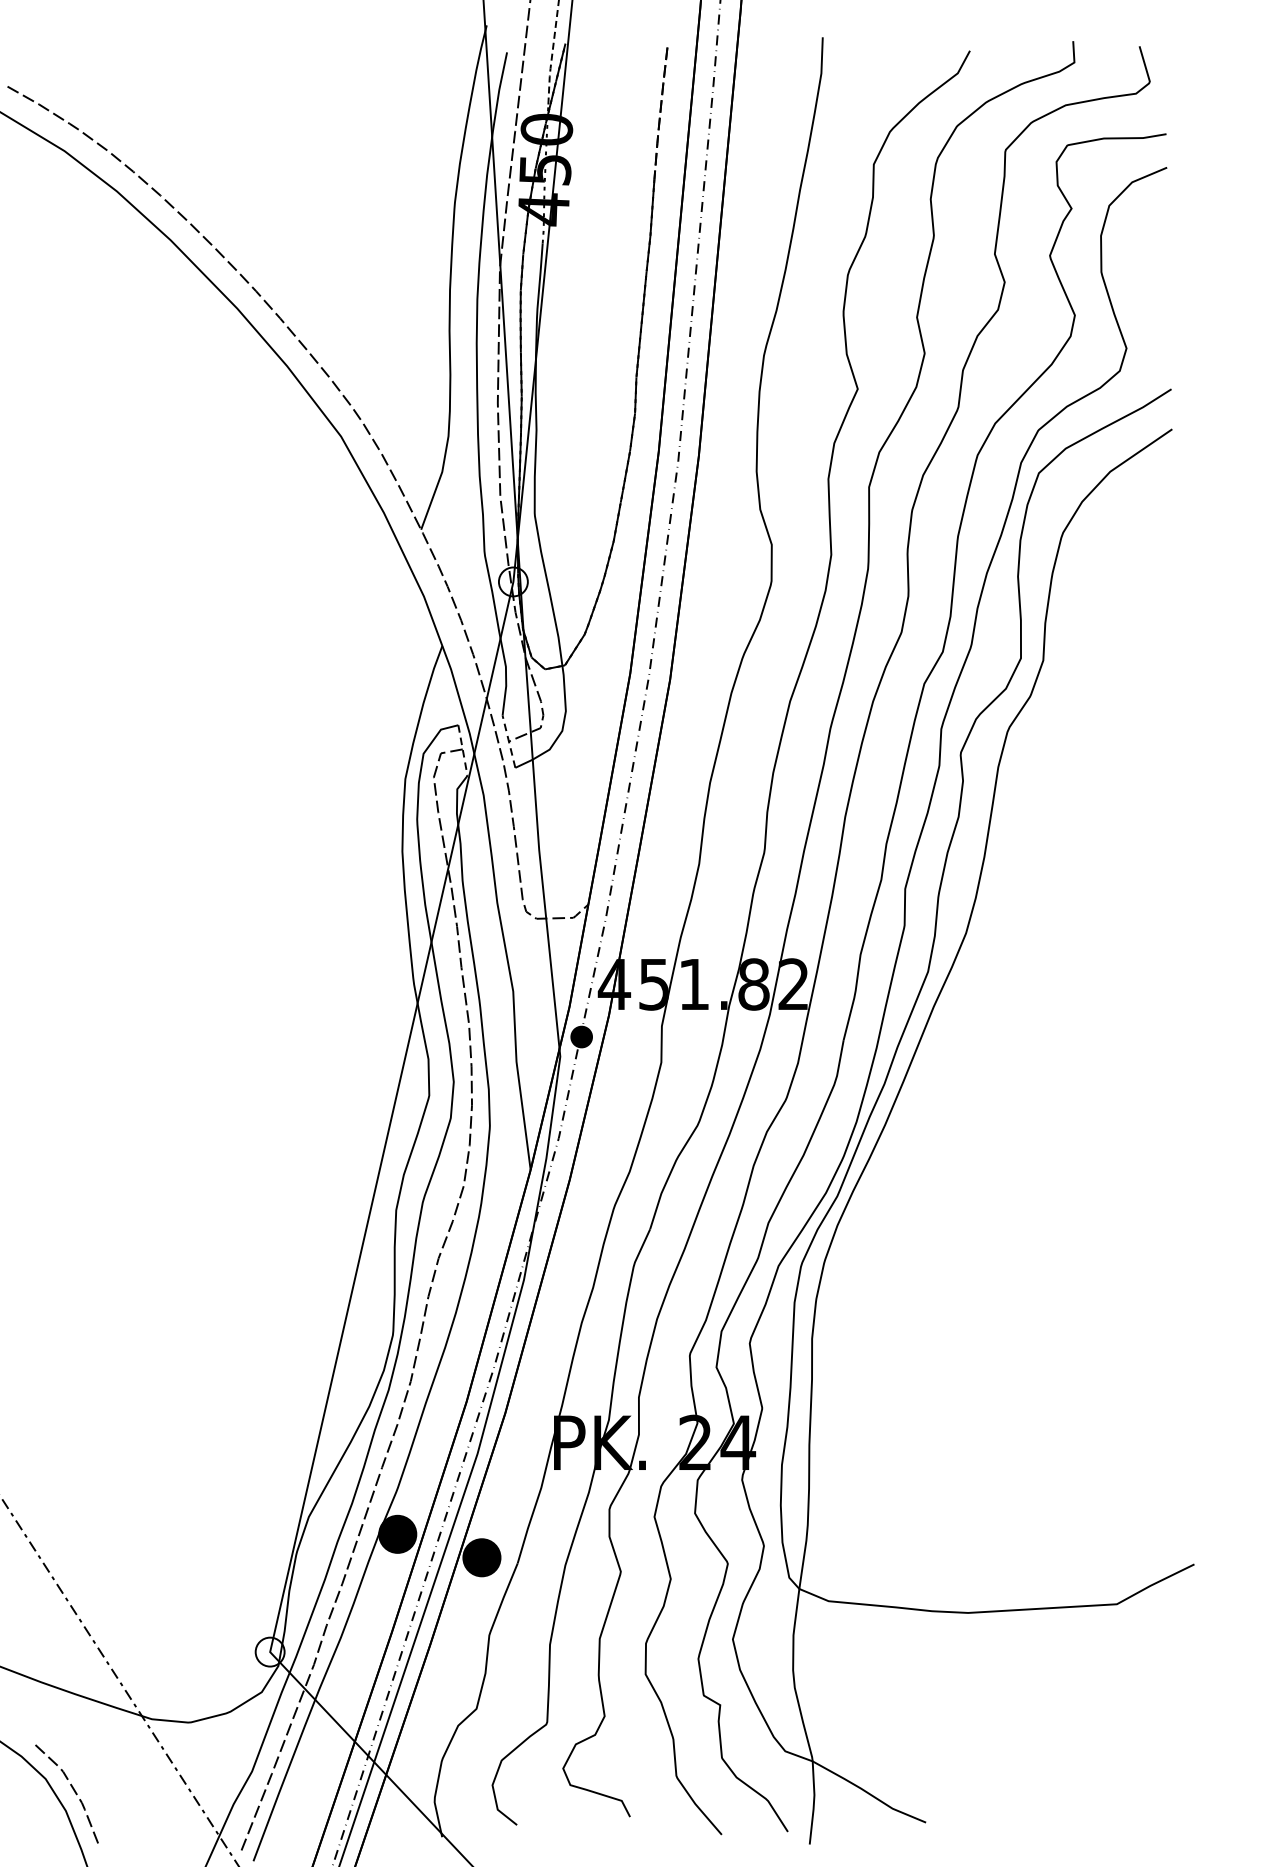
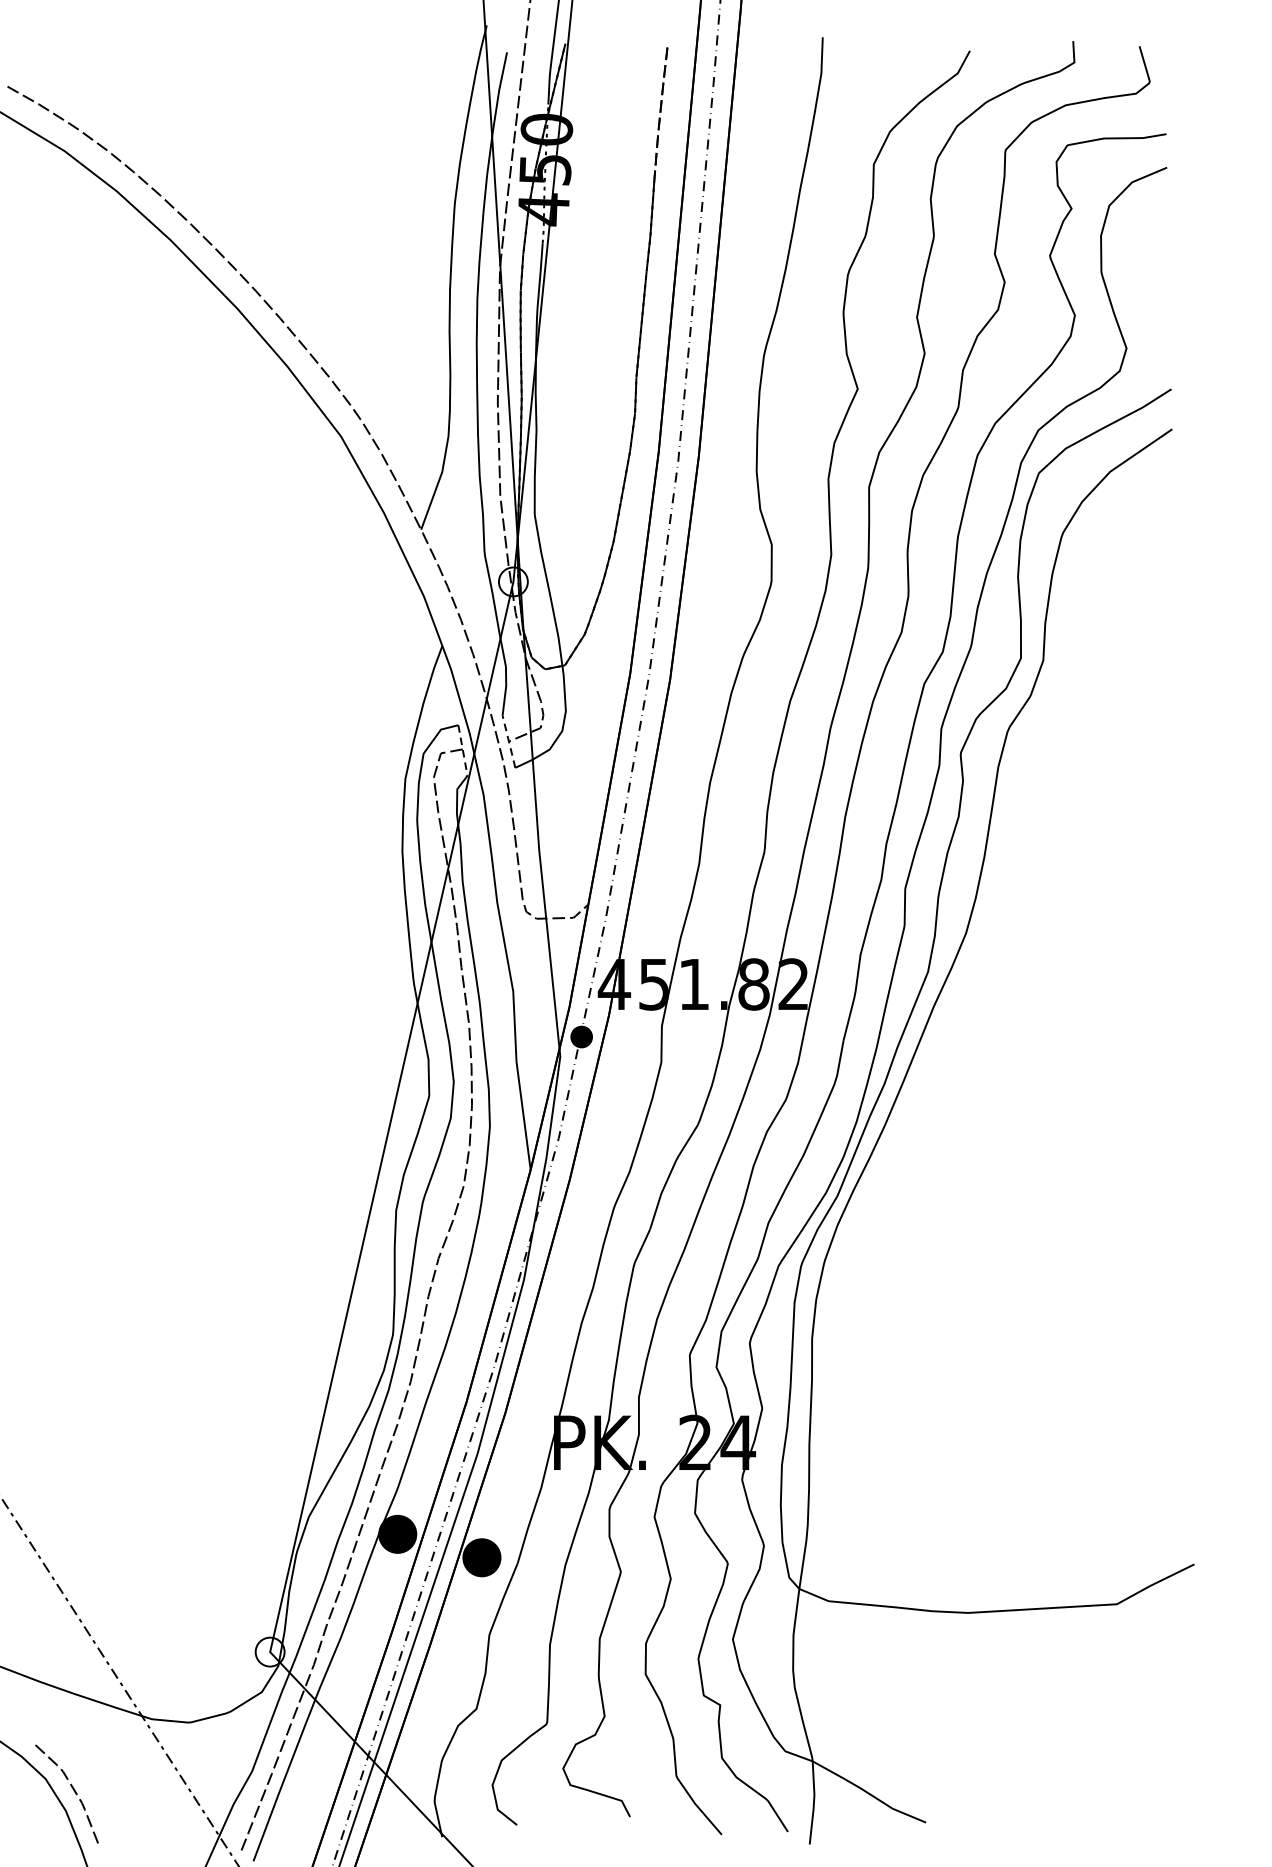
line at (552, 53): dashed -> solid
